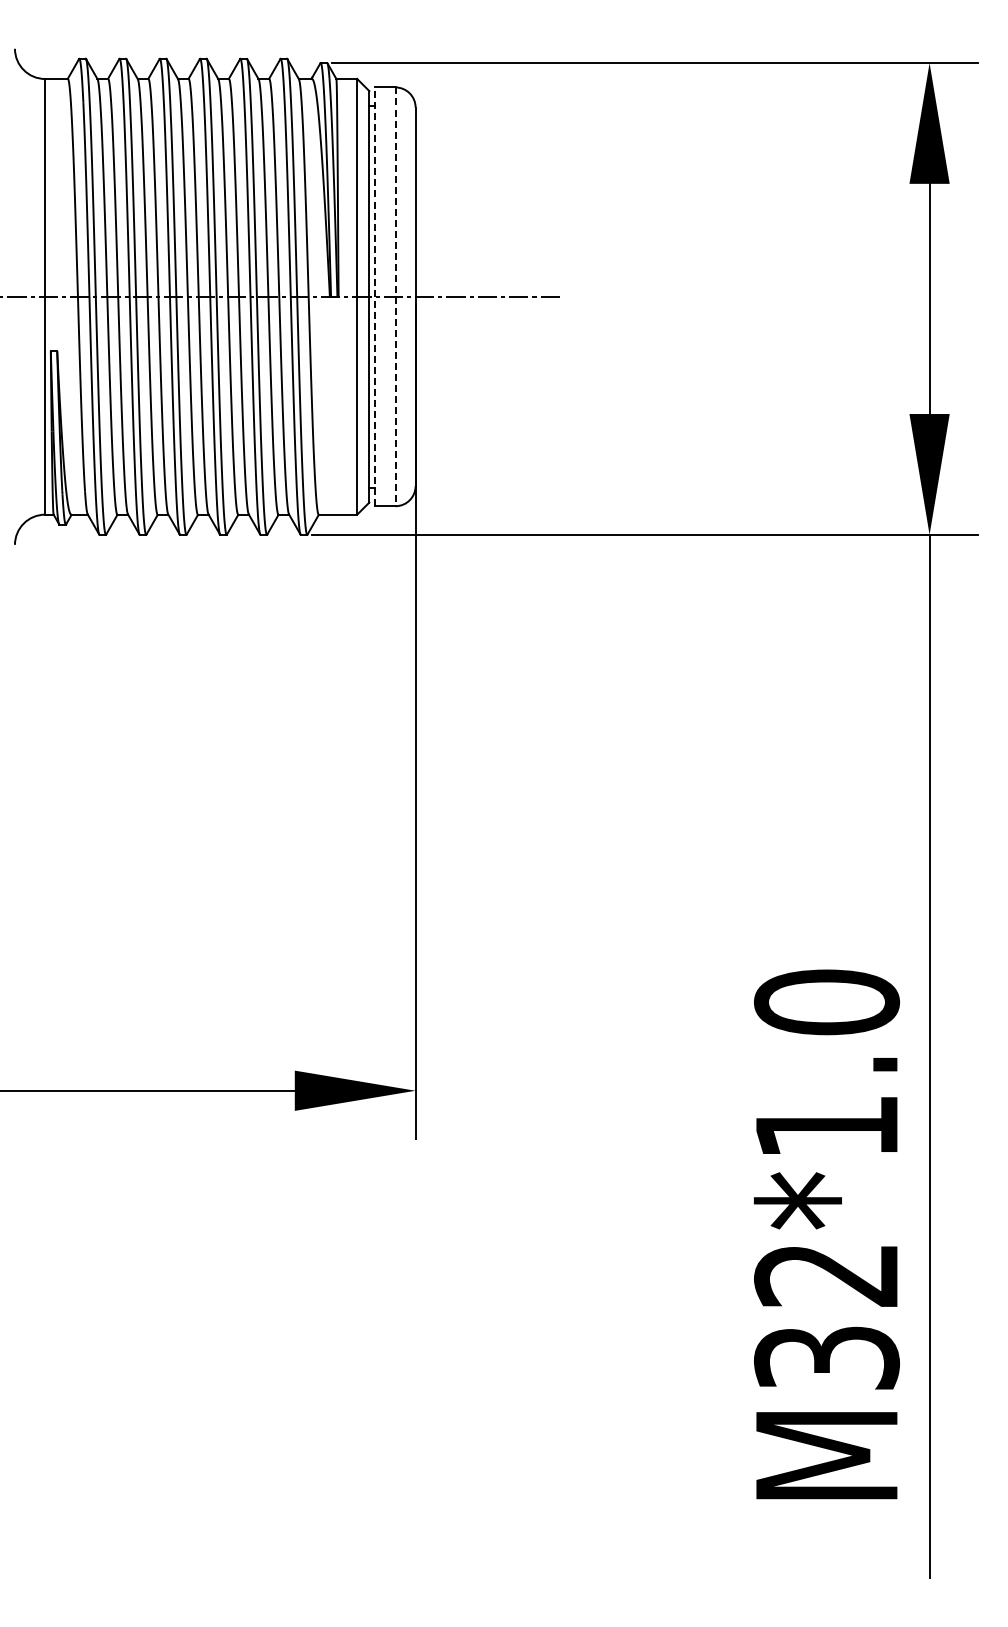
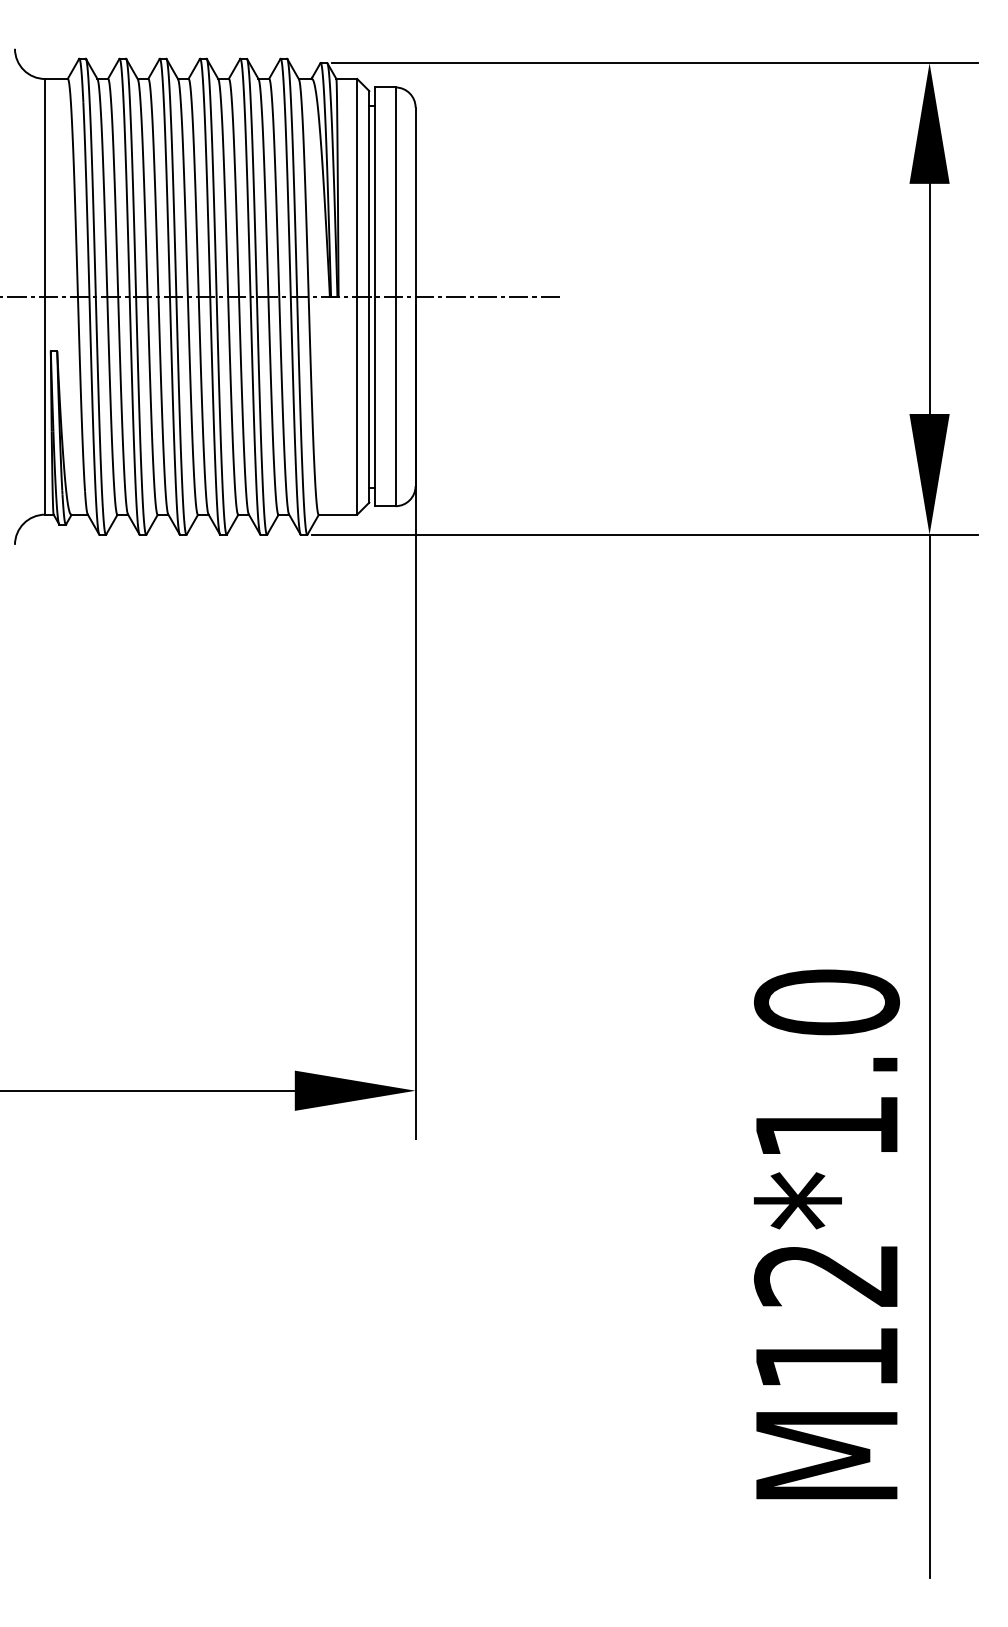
line at (375, 296): dashed -> solid
line at (395, 297): dashed -> solid
text at (827, 1357): M32*1.0 -> M12*1.0
